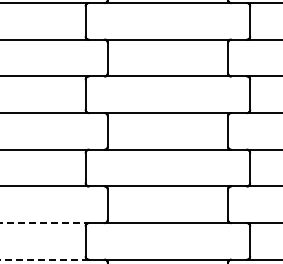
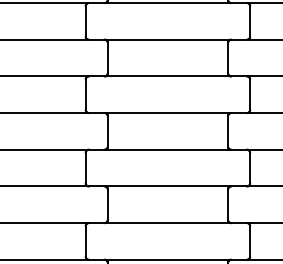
line at (45, 223): dashed -> solid
line at (44, 259): dashed -> solid
